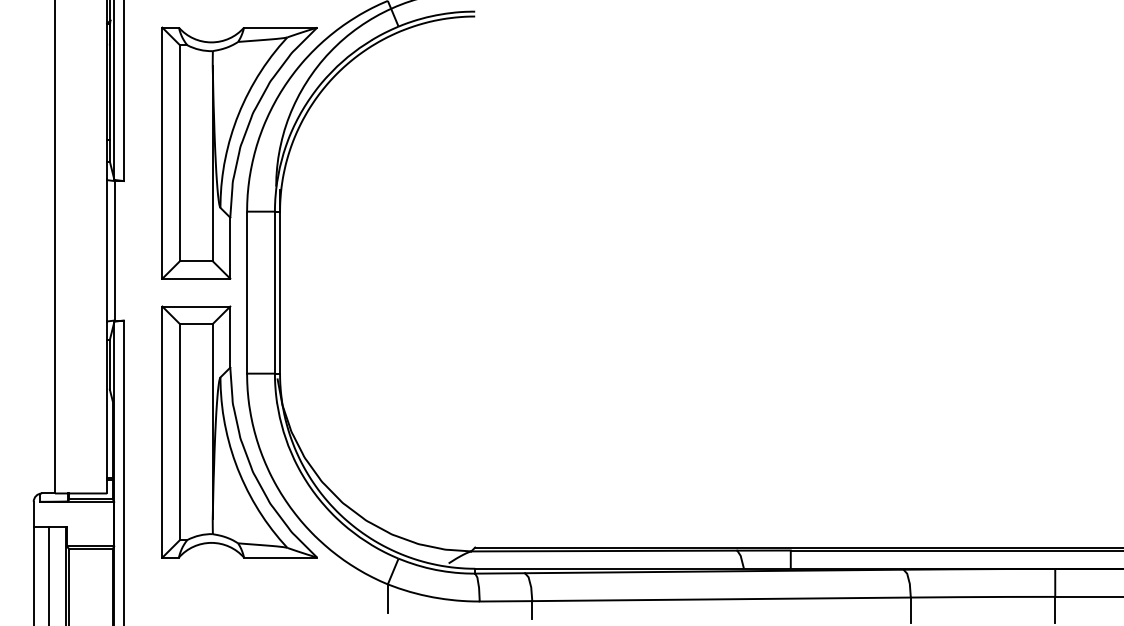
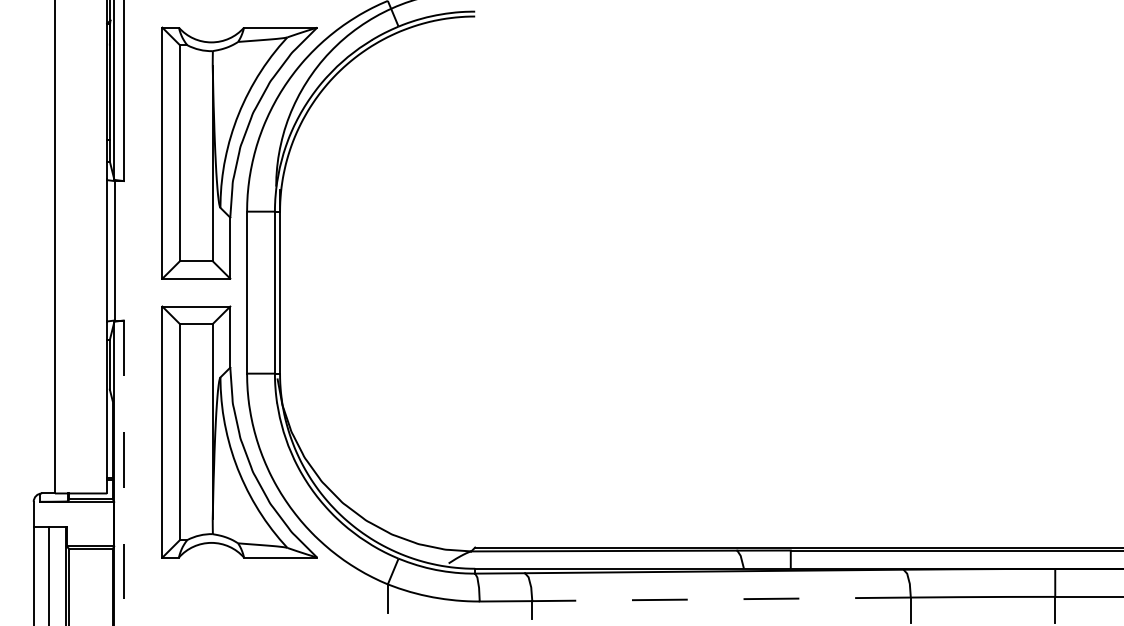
line at (123, 473): solid -> dashed
line at (721, 599): solid -> dashed
